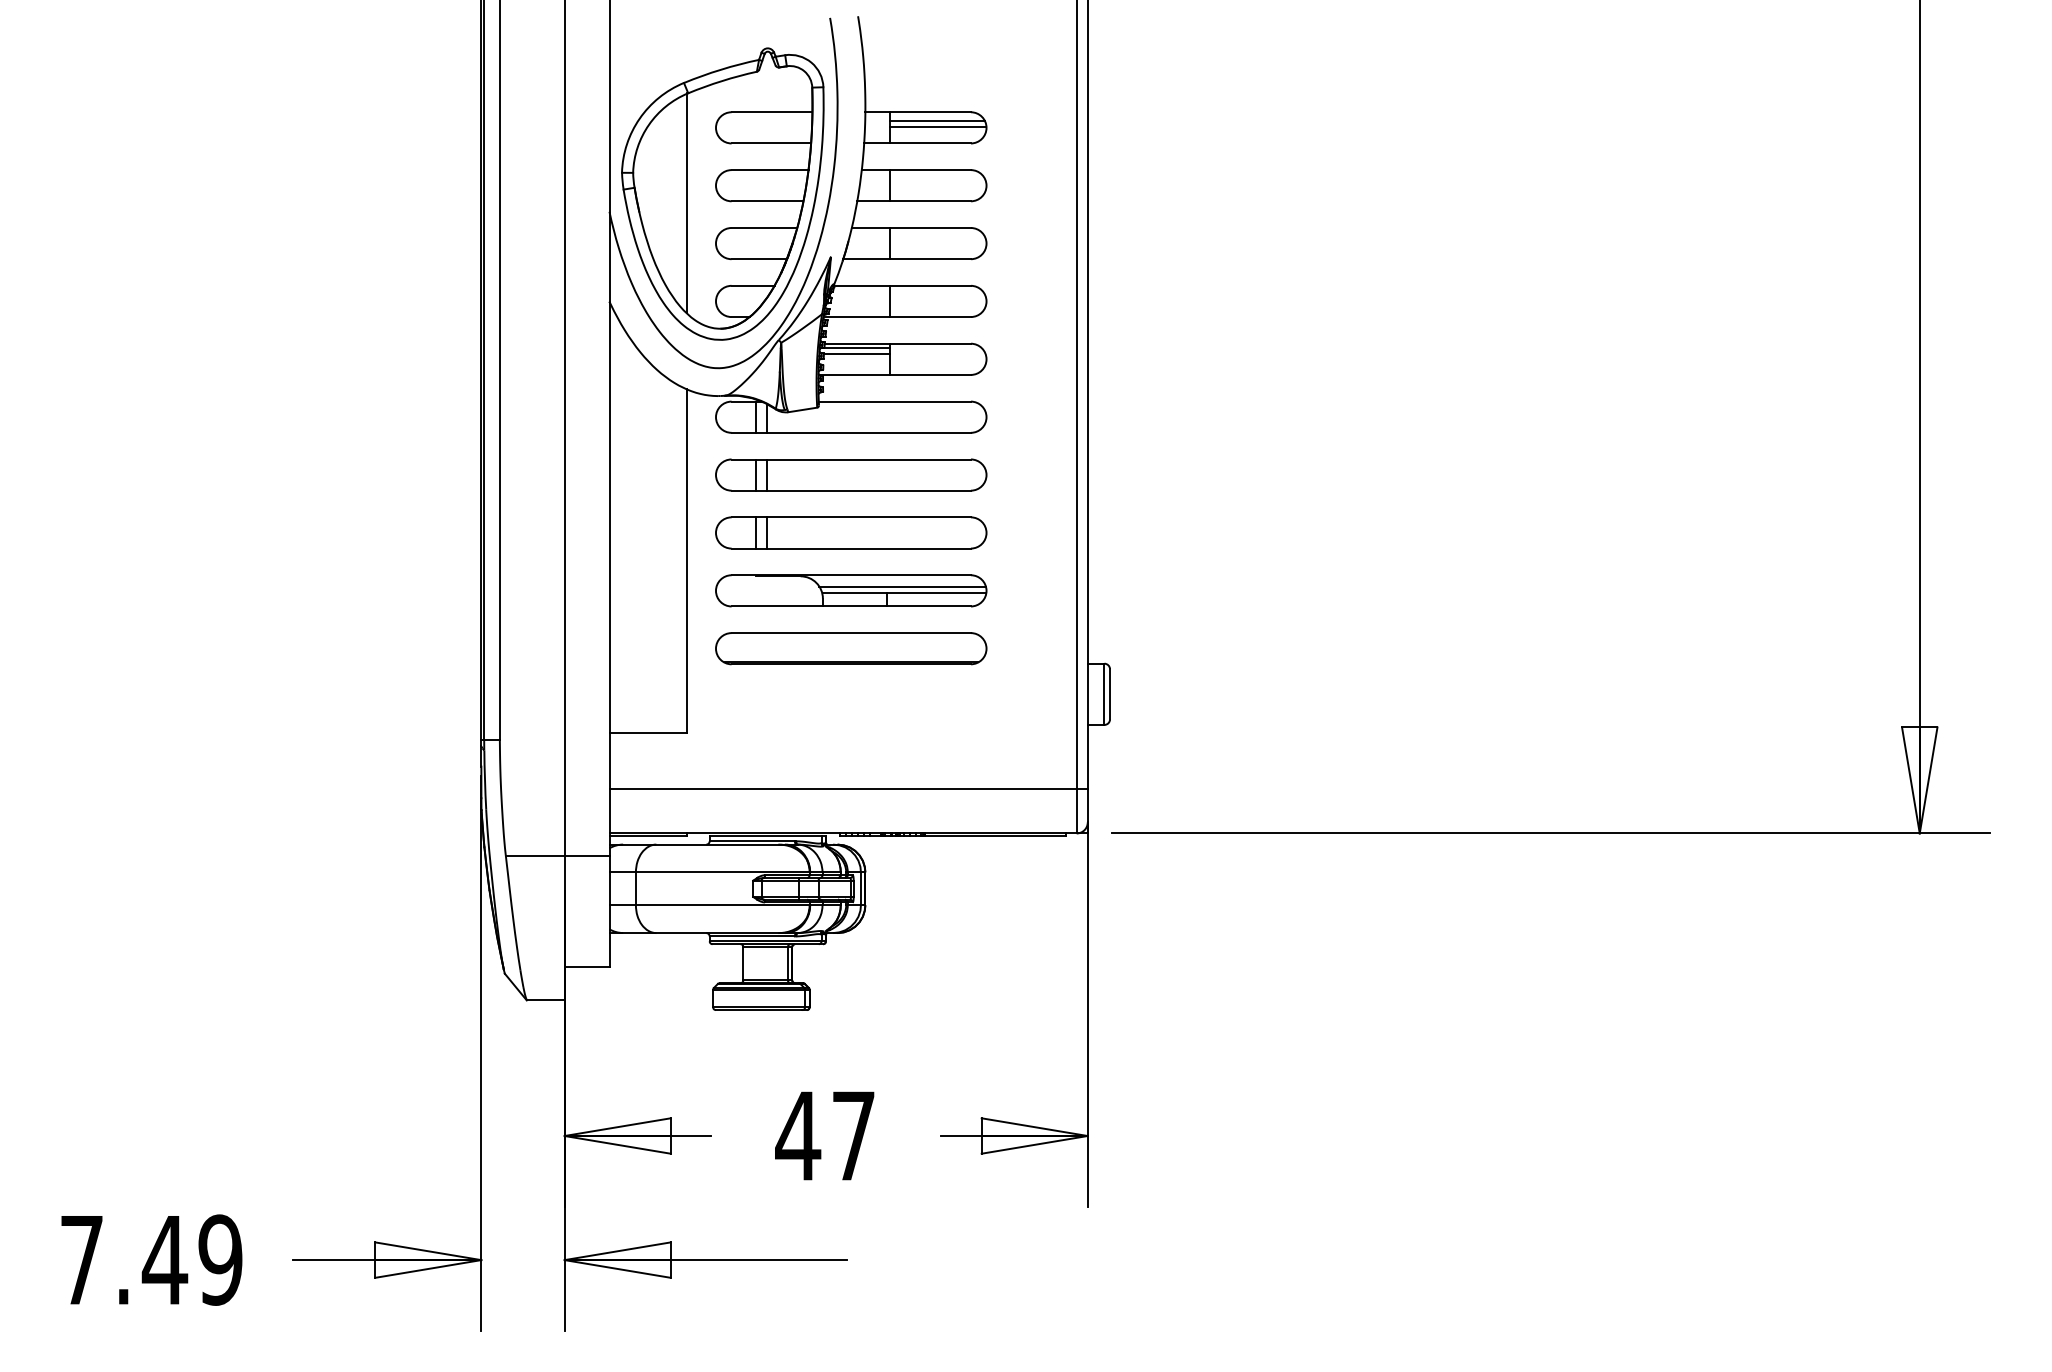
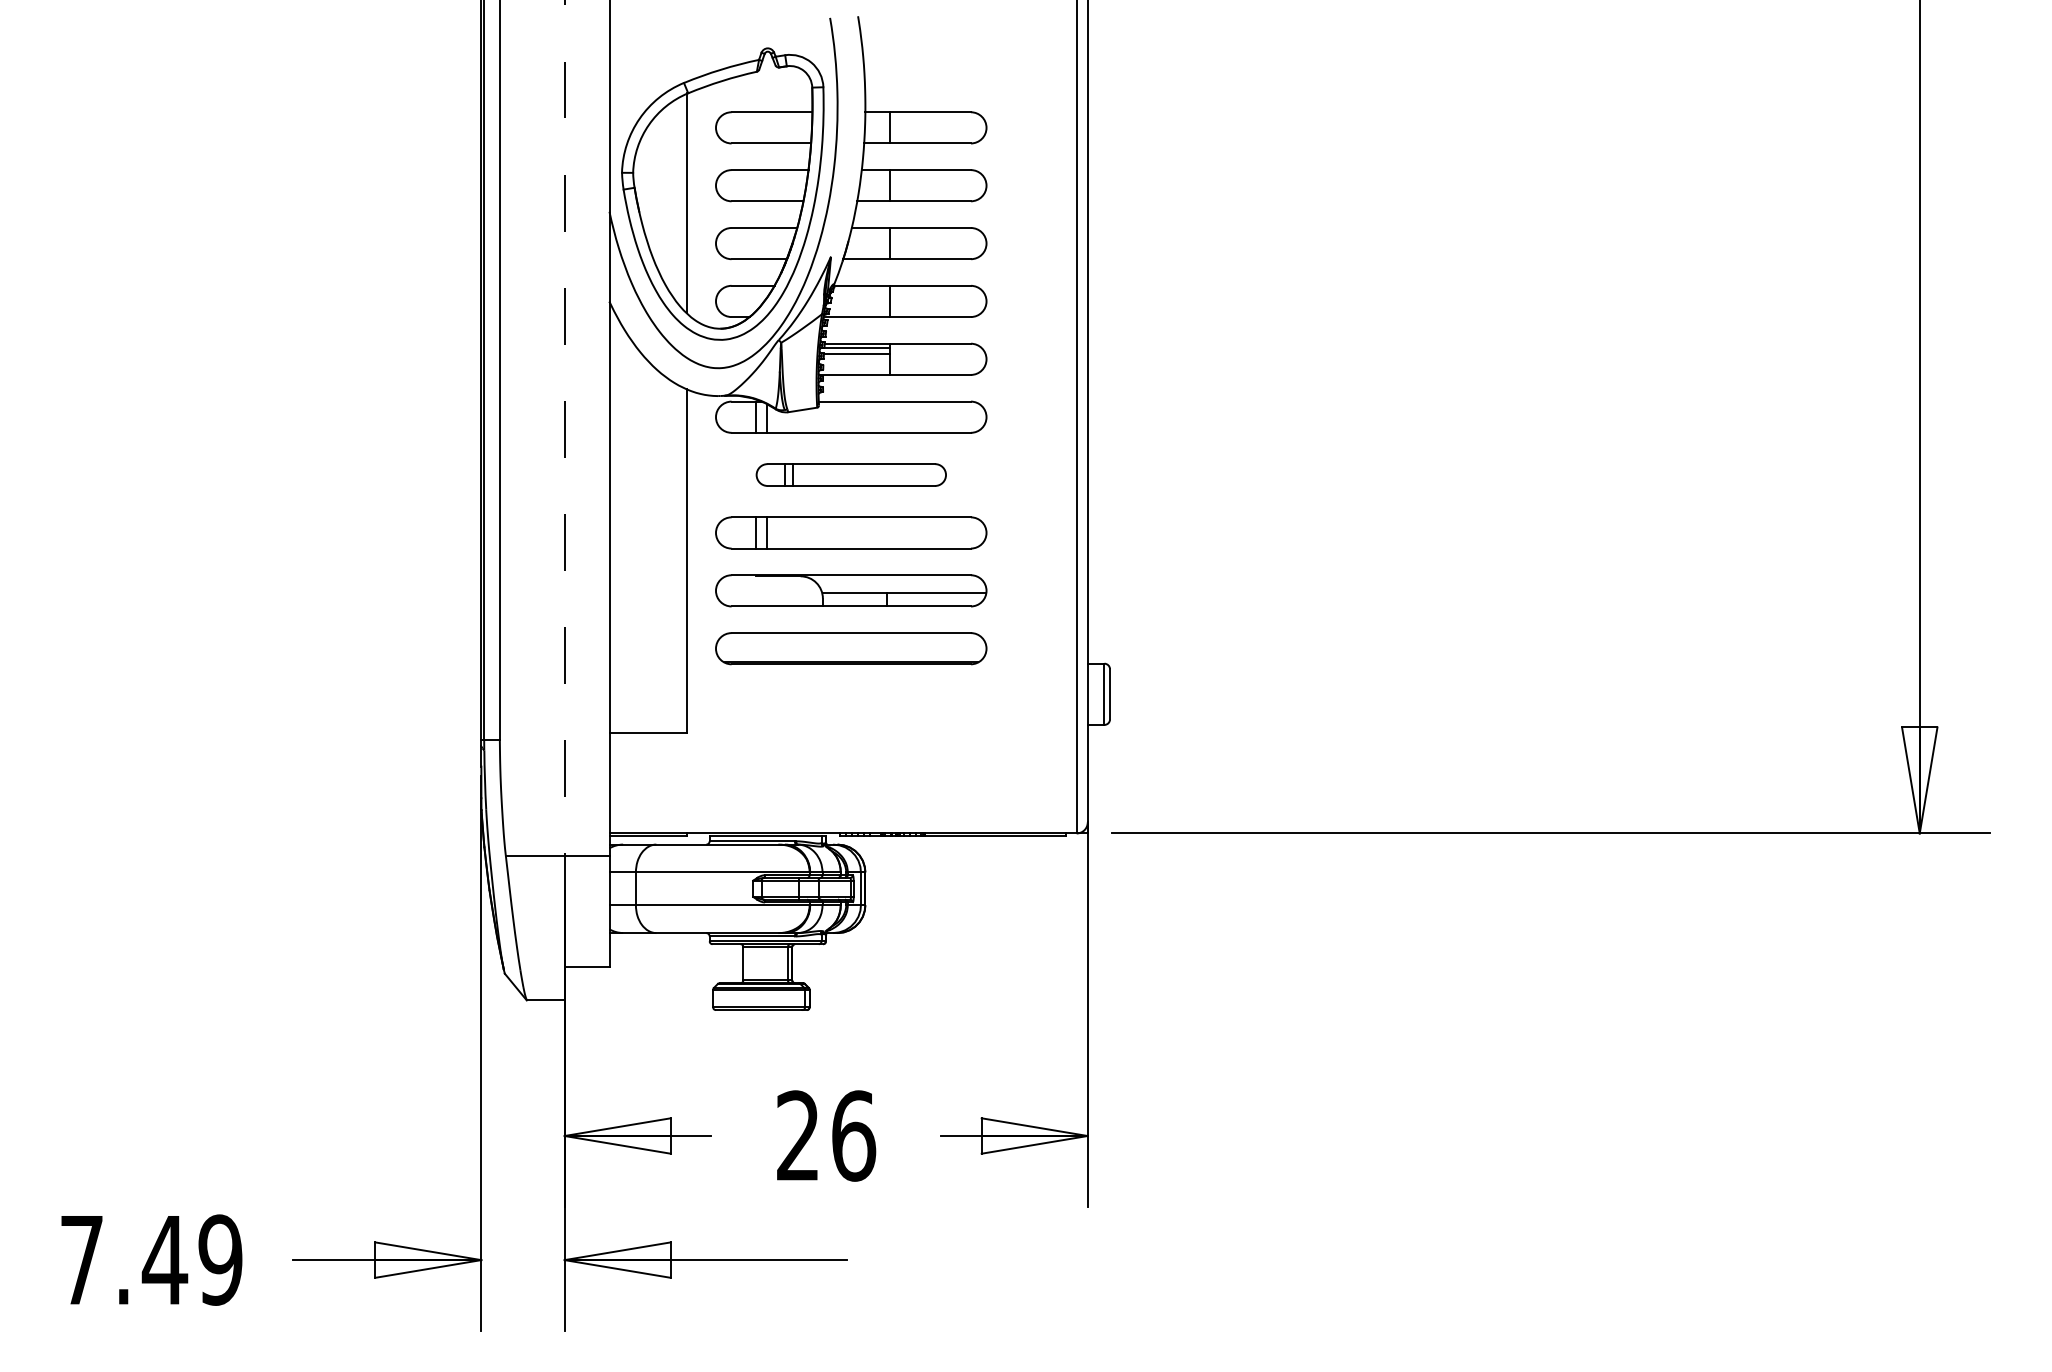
line at (936, 121): present -> none
line at (937, 126): present -> none
part at (851, 474) size: 273x34 px -> 192x24 px
line at (564, 500): solid -> dashed
line at (902, 587): present -> none
line at (848, 788): present -> none
text at (825, 1135): 47 -> 26
